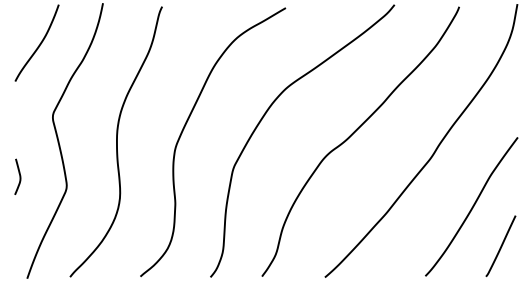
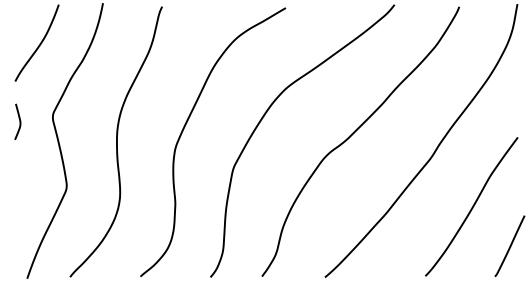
curve at (19, 176) position: (19, 176) -> (19, 121)
line at (500, 245) position: (500, 245) -> (509, 245)
